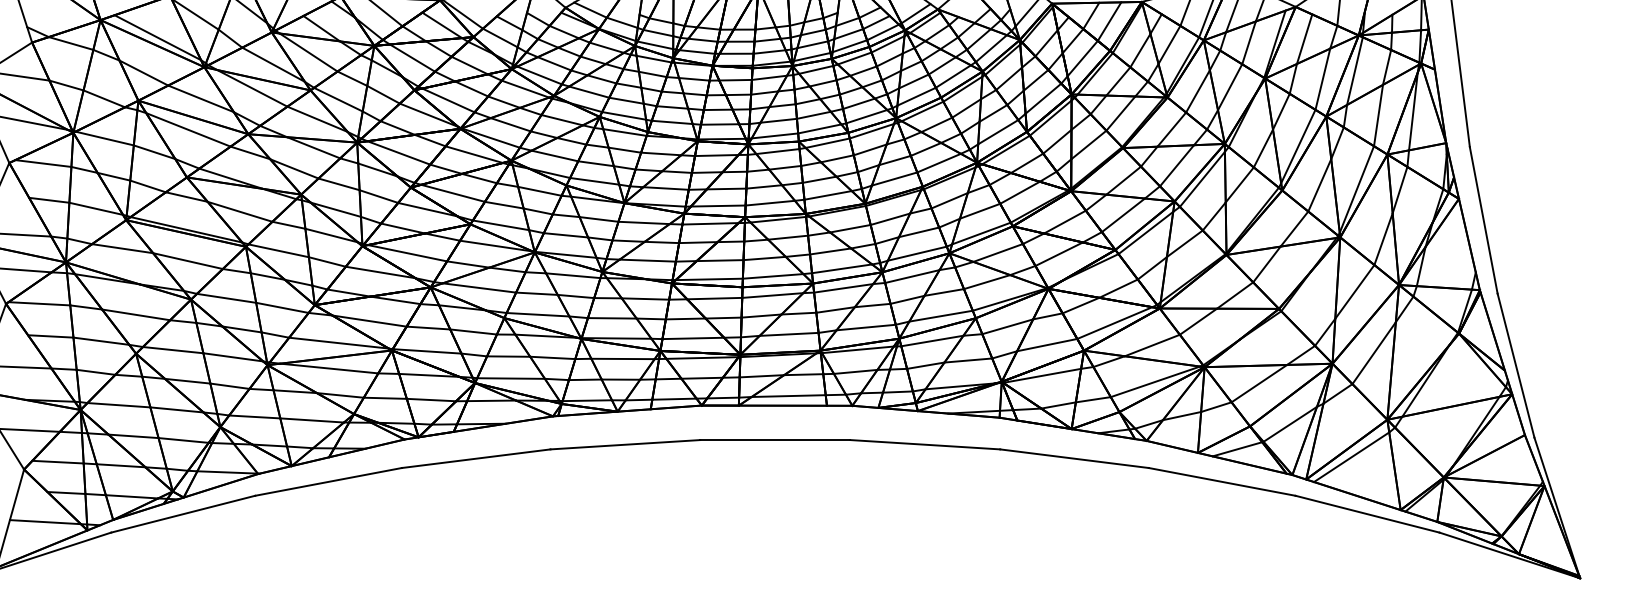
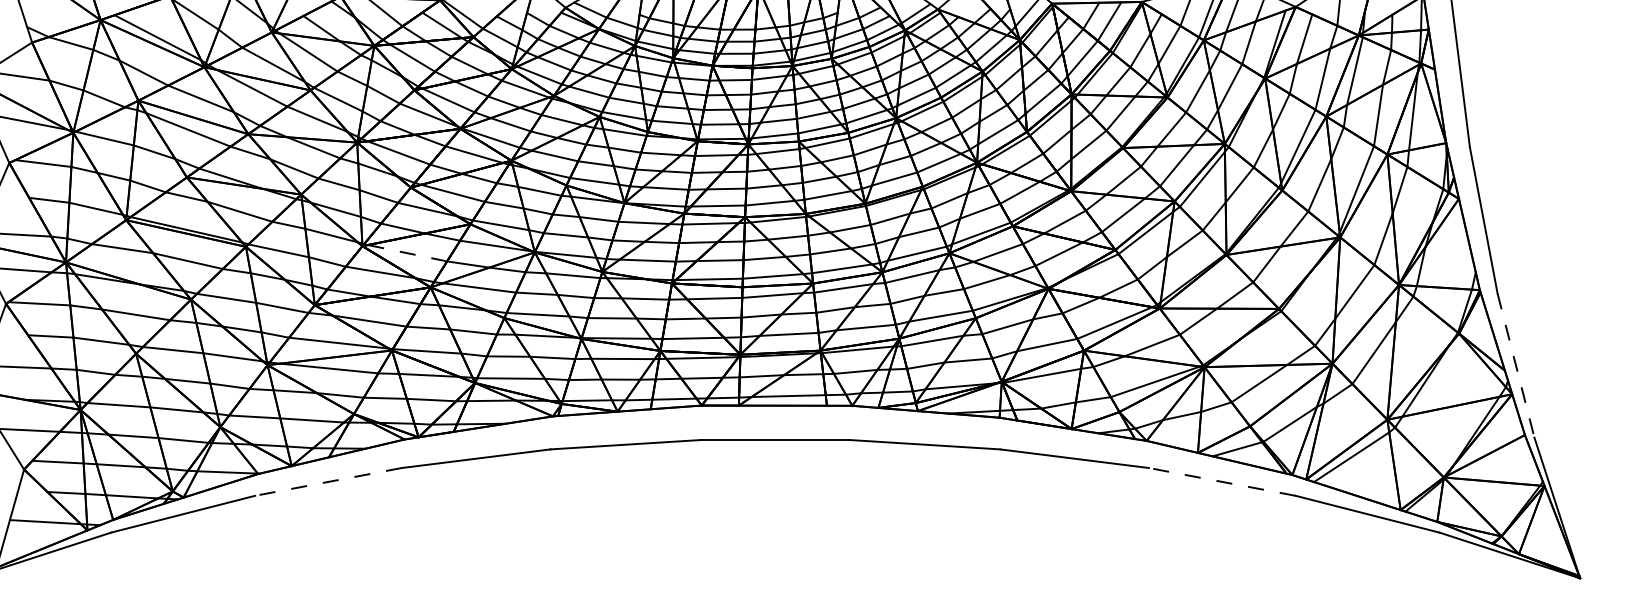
line at (407, 253): solid -> dashed
line at (1516, 366): solid -> dashed
line at (328, 481): solid -> dashed
line at (1222, 481): solid -> dashed
